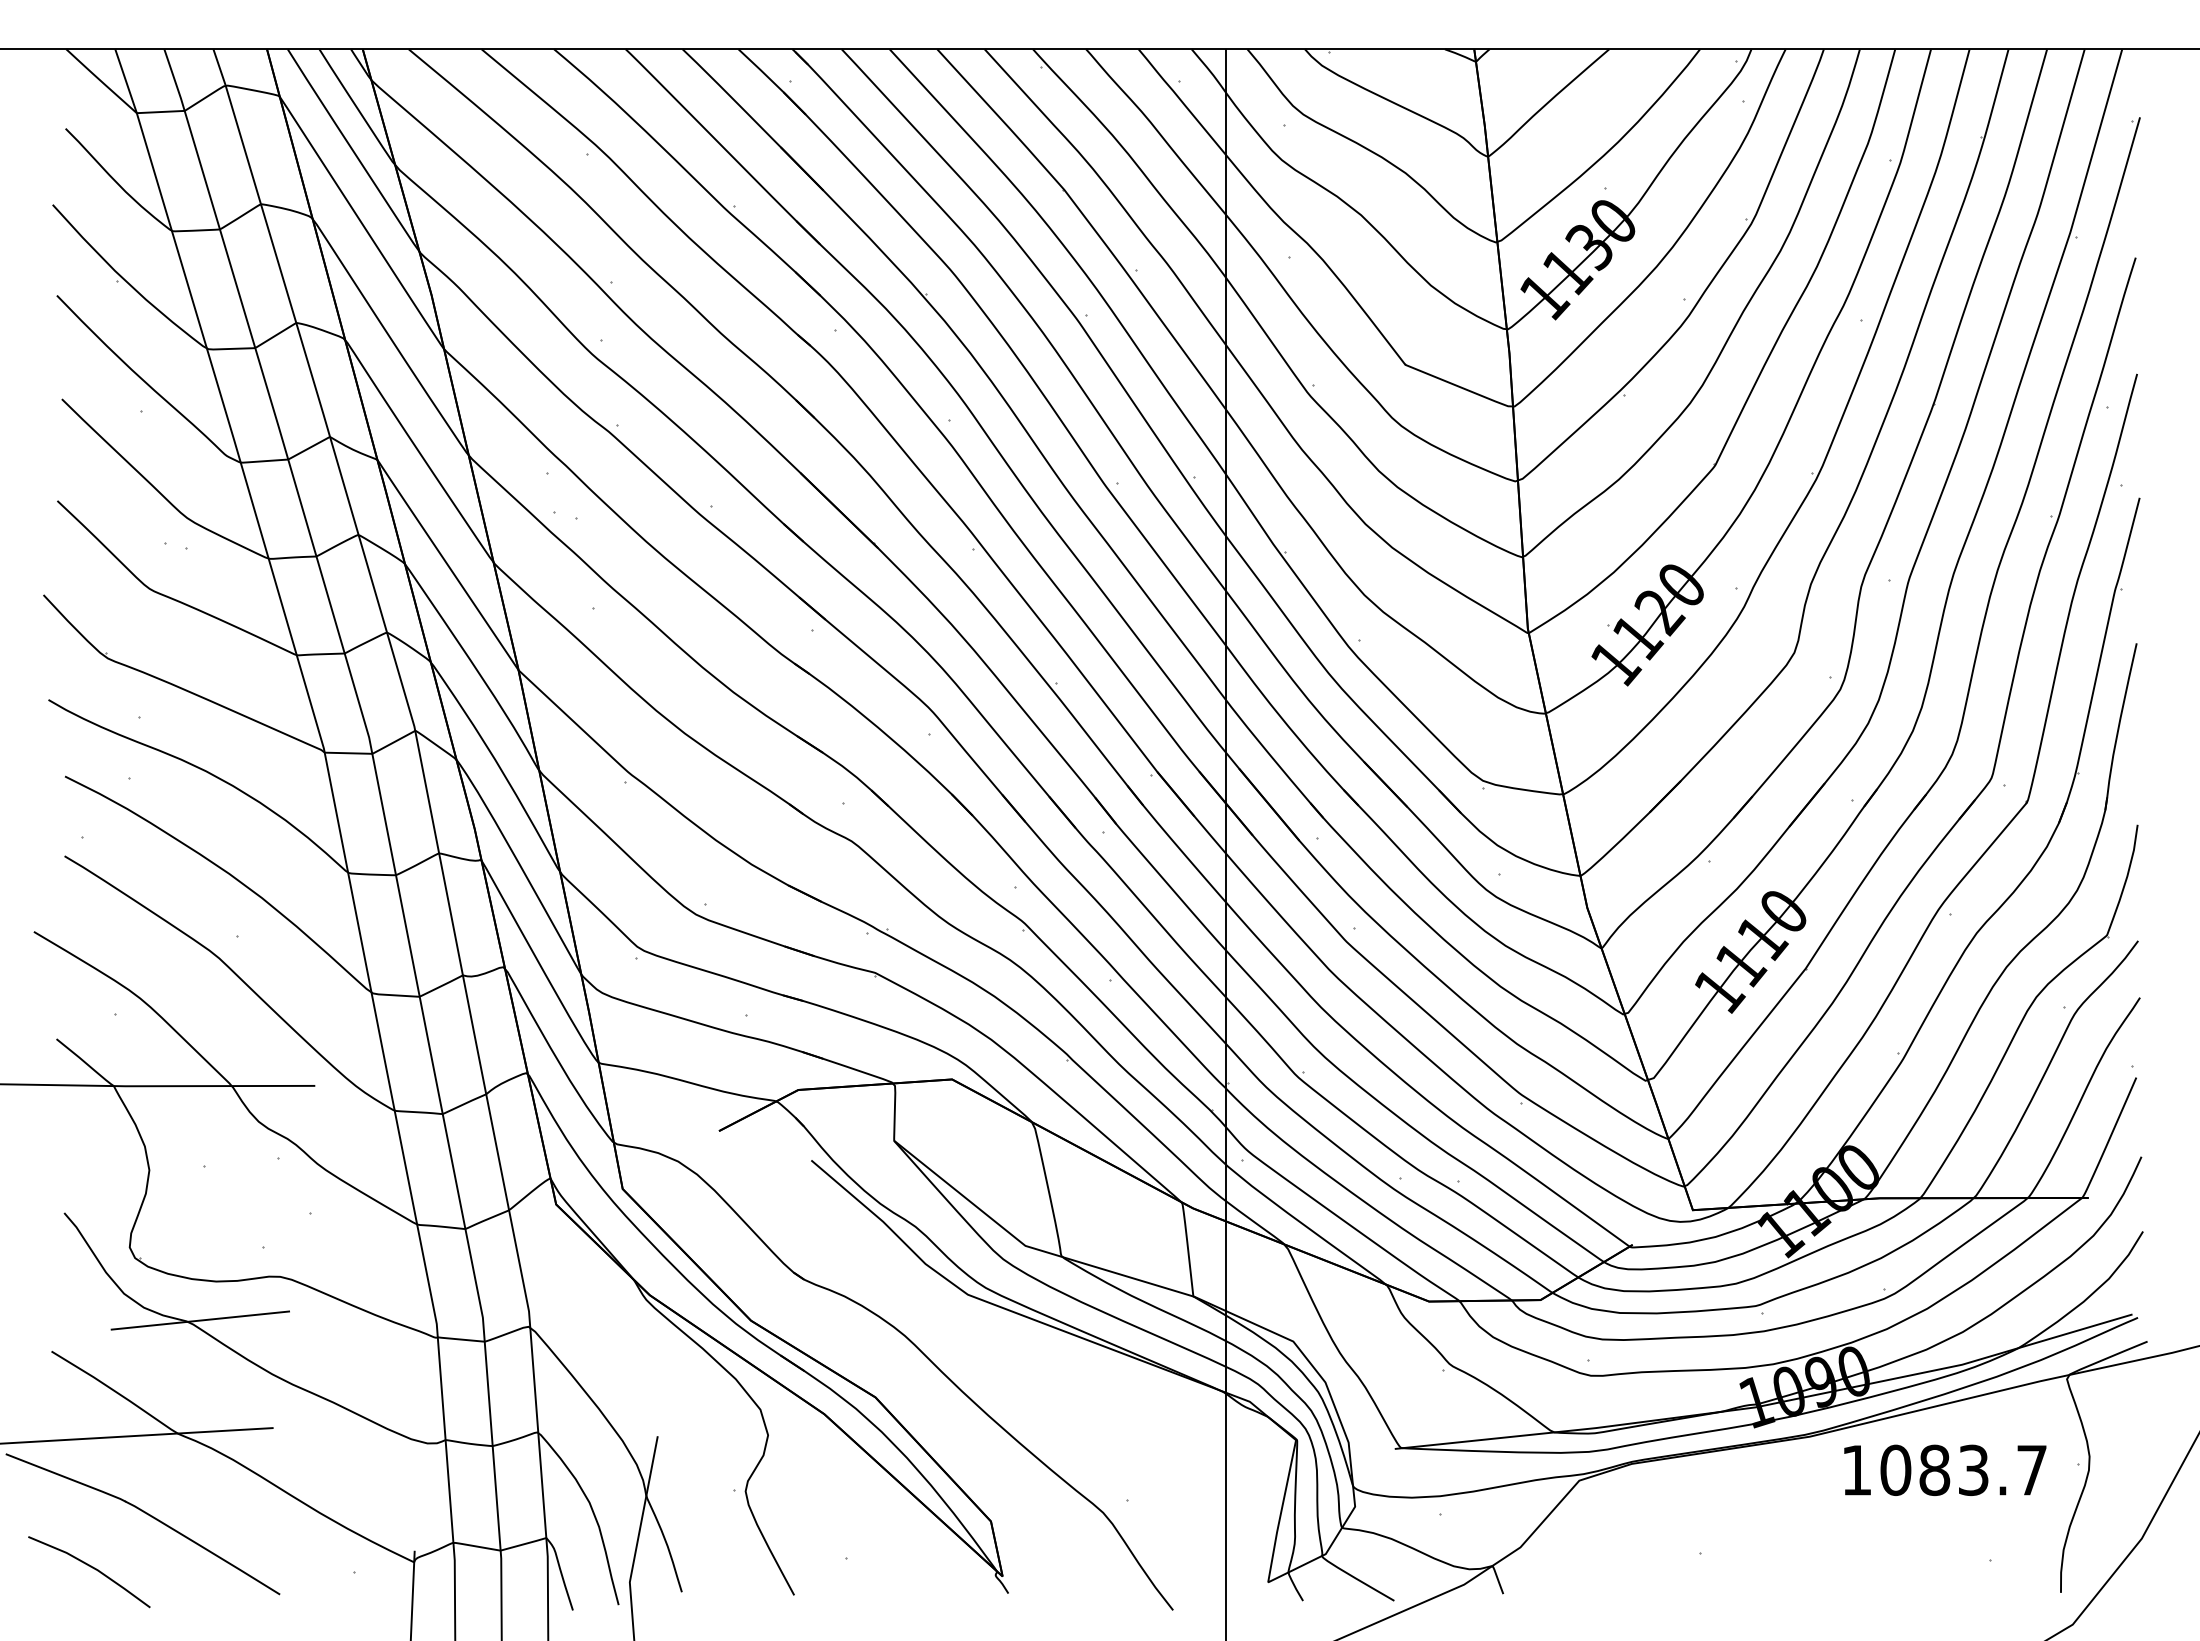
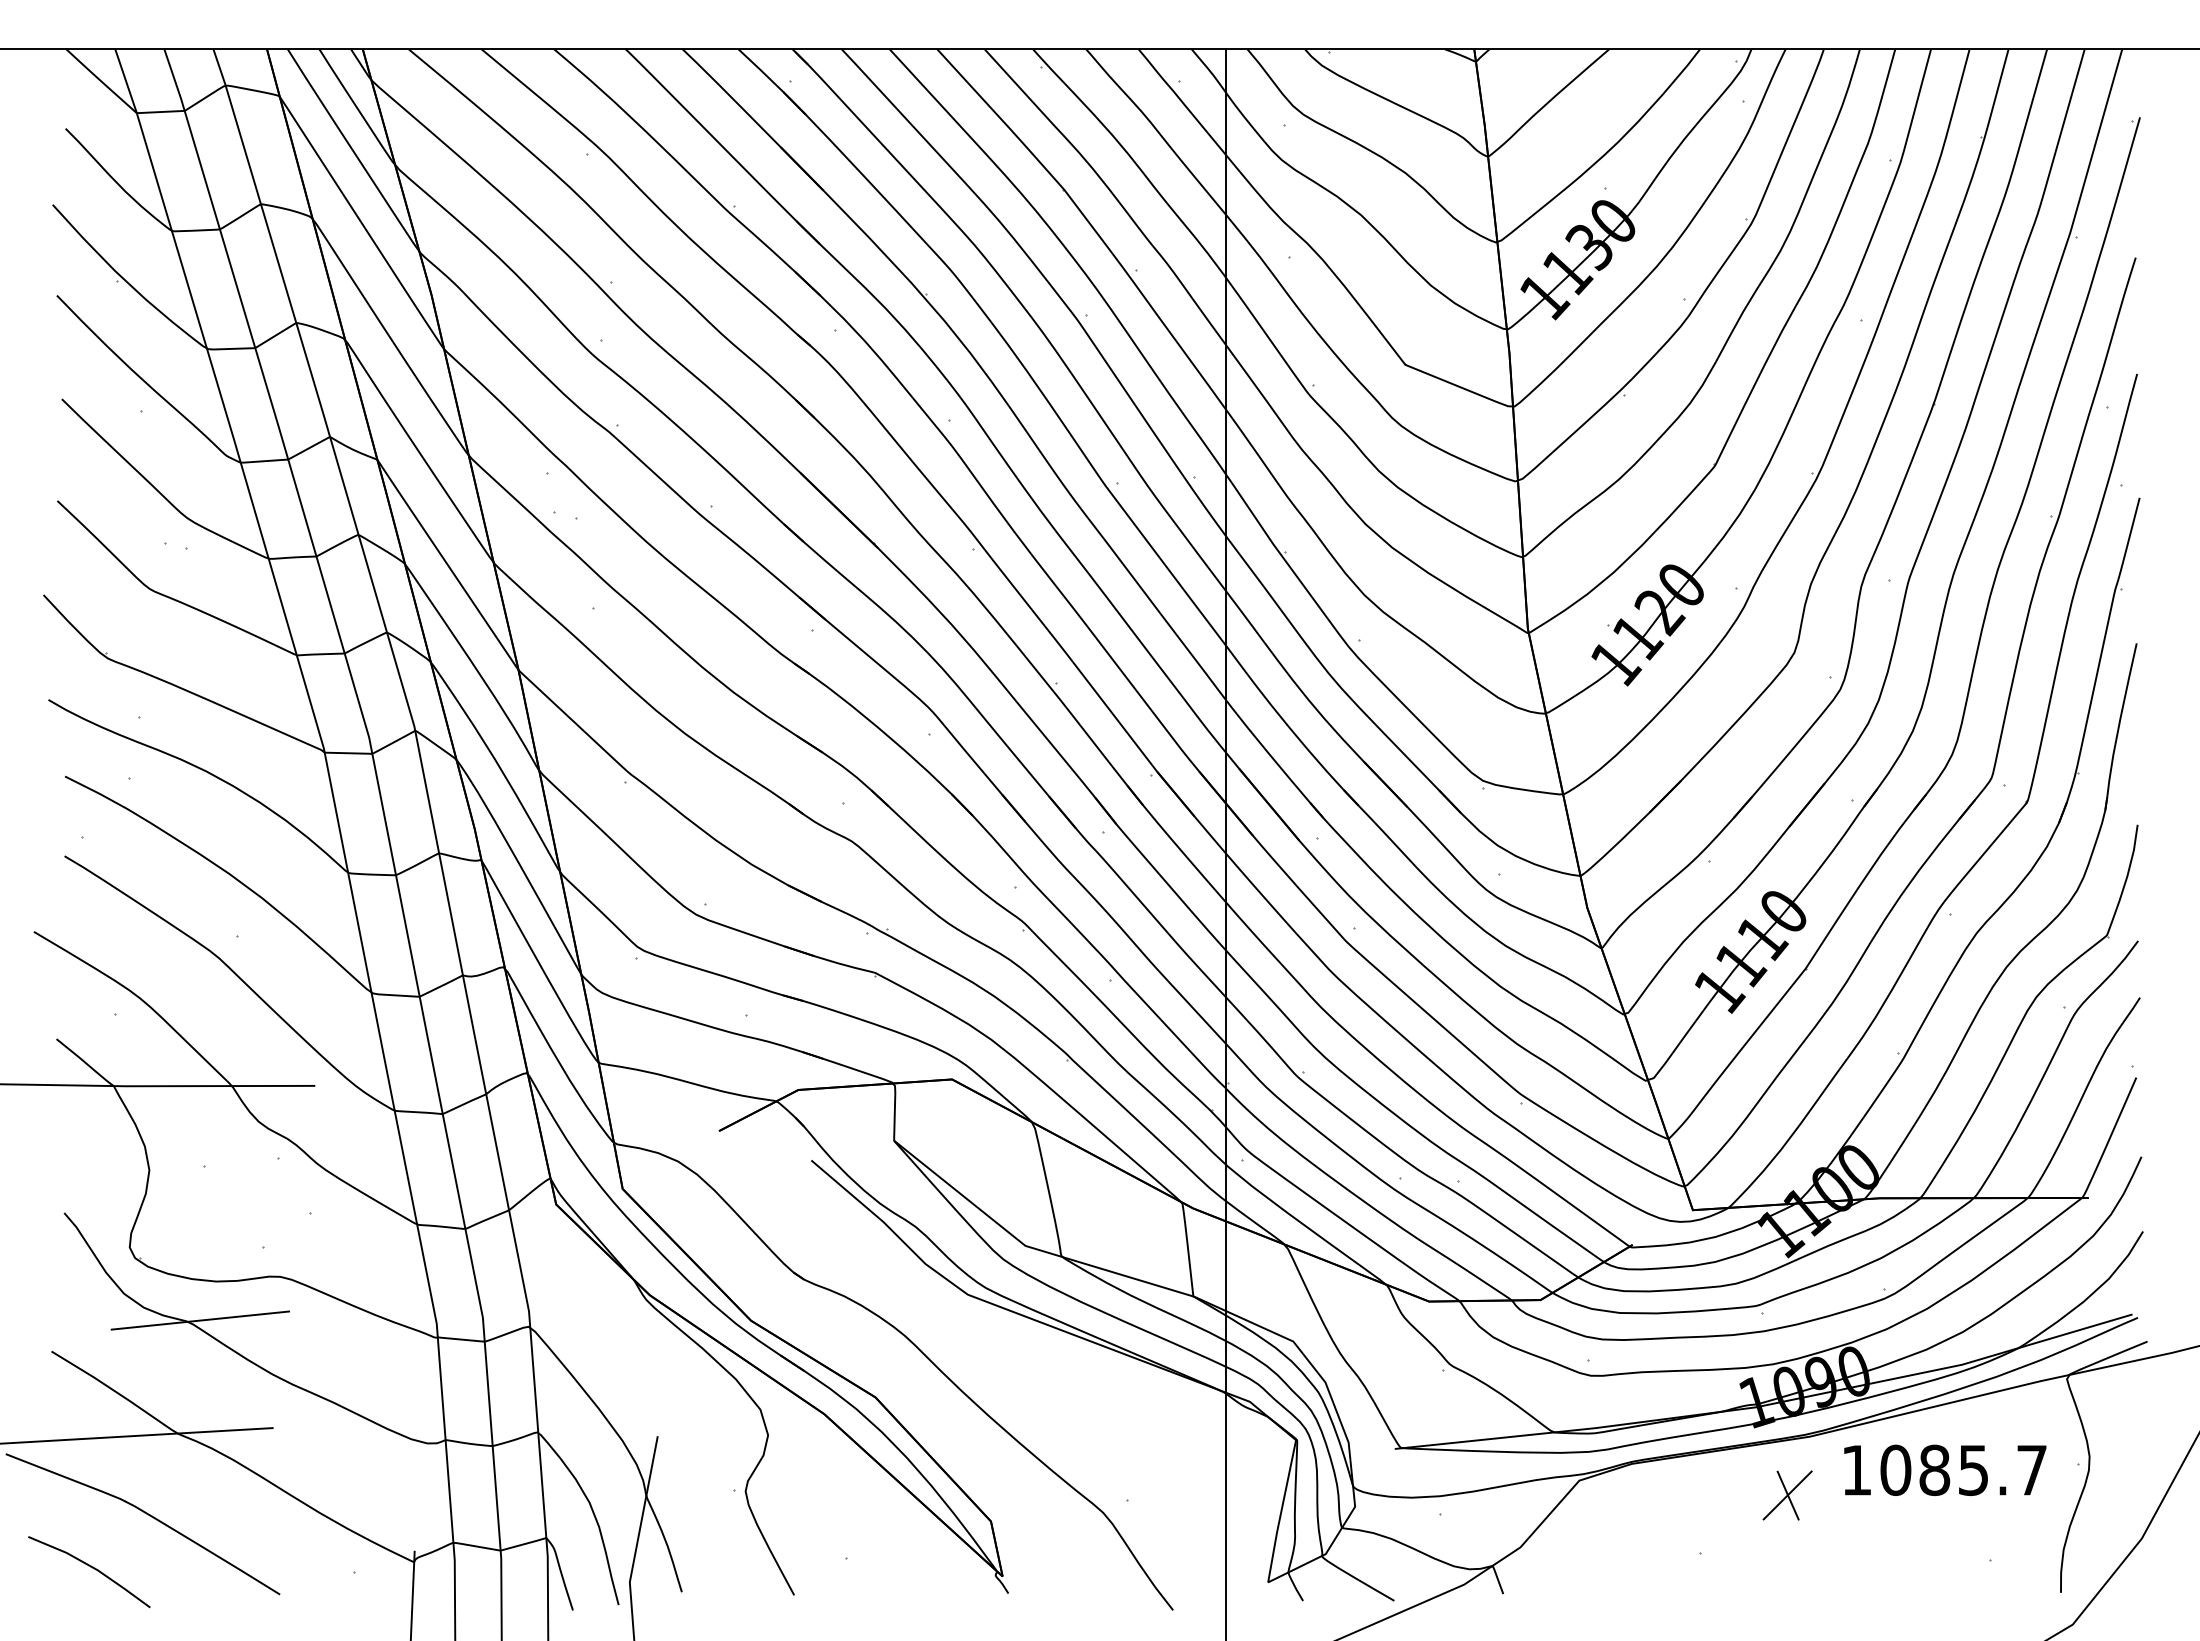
text at (1973, 1469): 1083.7 -> 1085.7
part at (1787, 1495): none -> present
